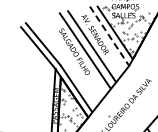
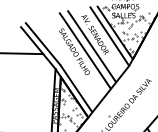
line at (109, 36): dashed -> solid
line at (22, 53): none -> present
